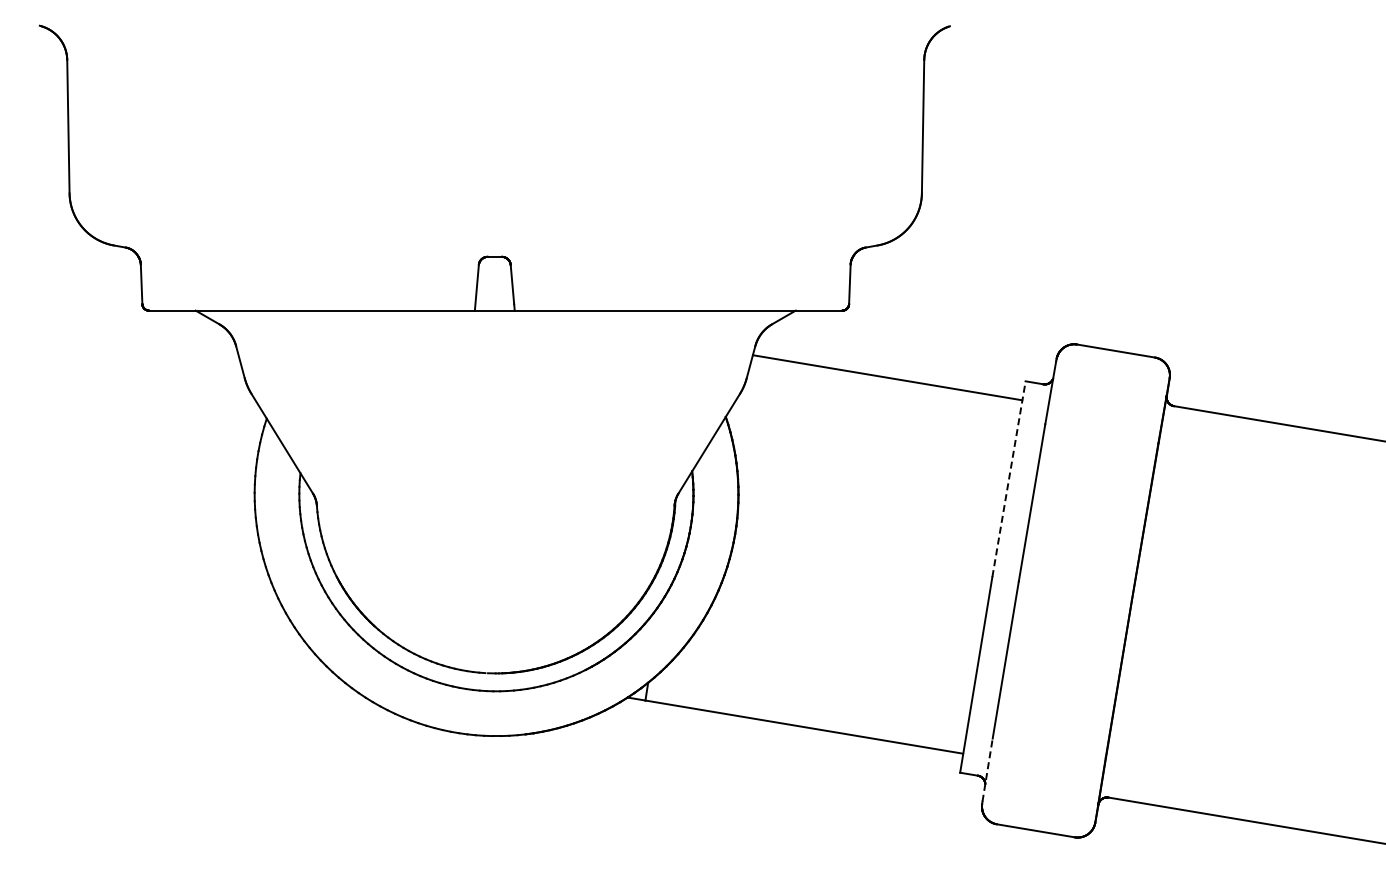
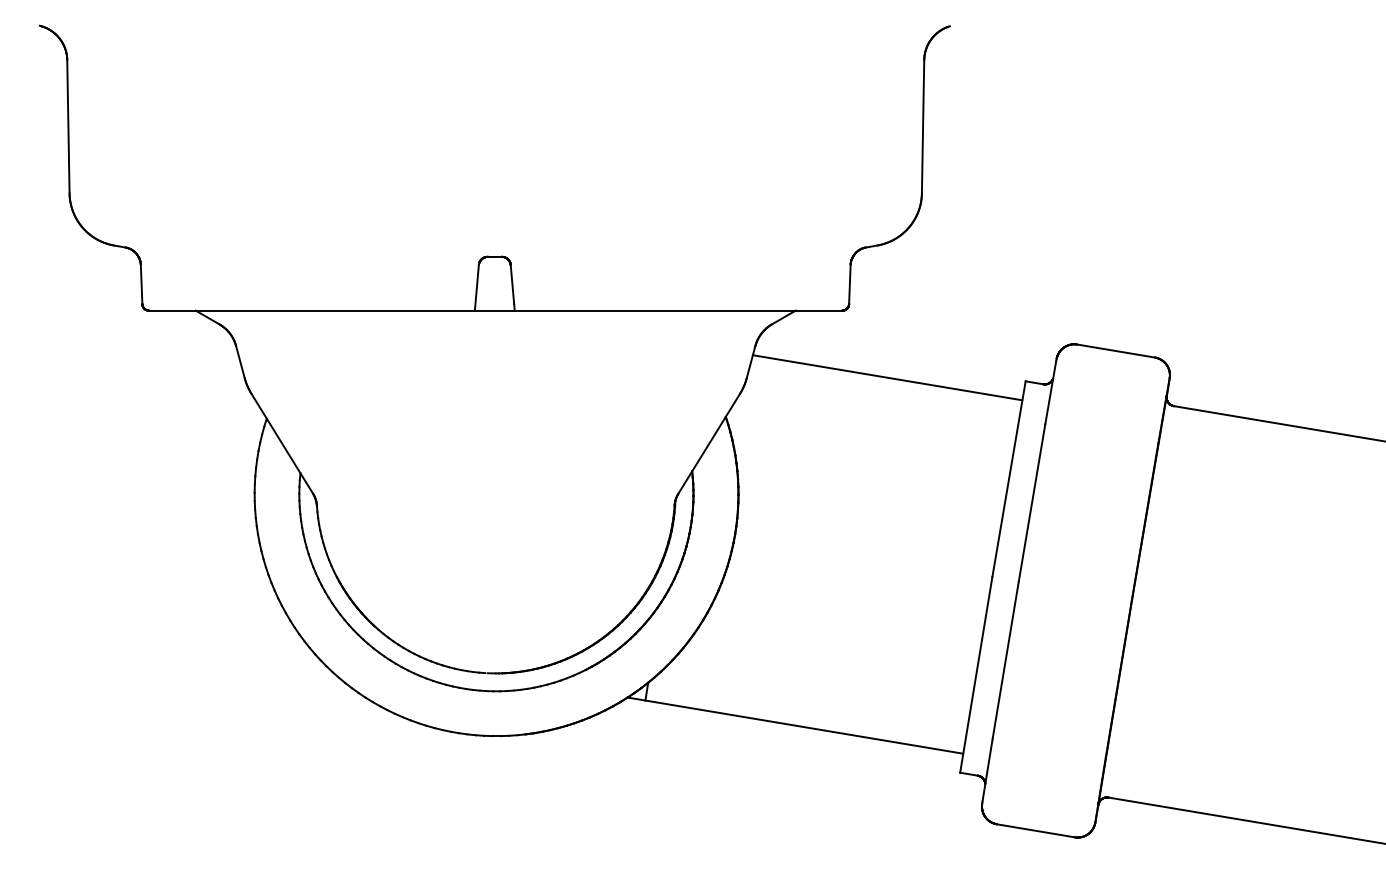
line at (1009, 478): dashed -> solid
line at (987, 770): dashed -> solid
